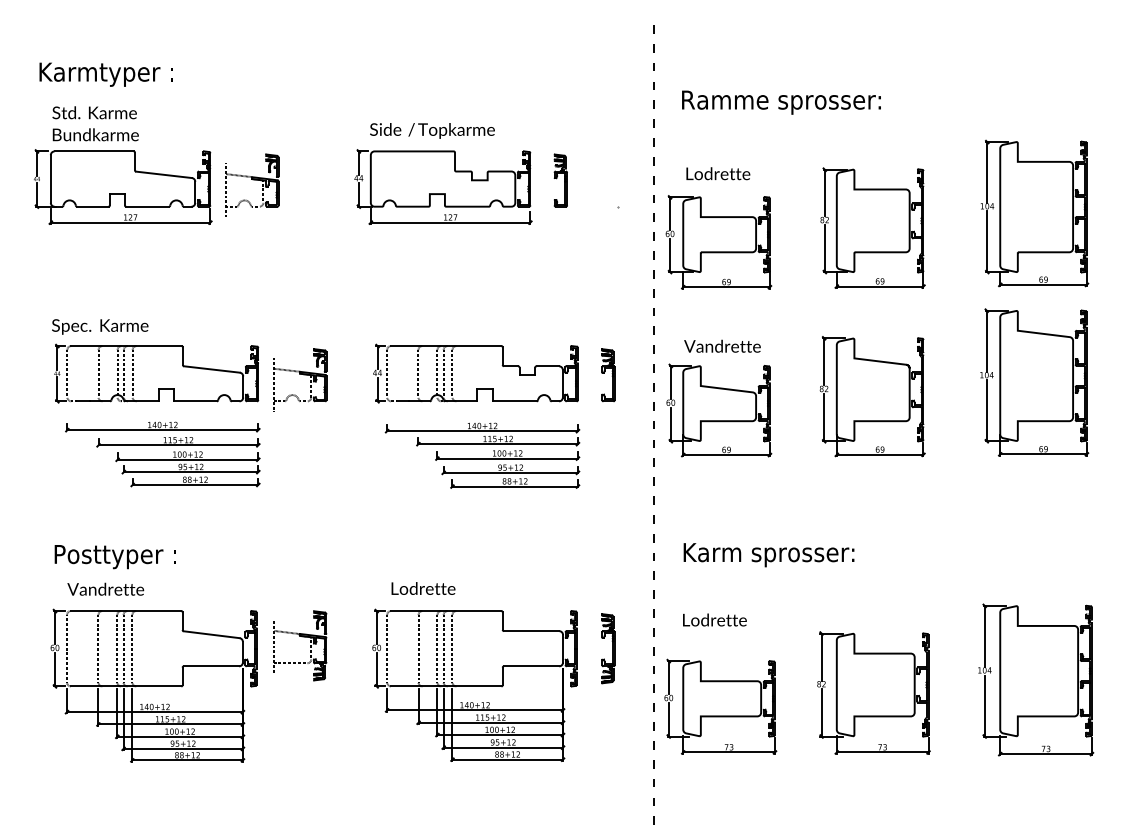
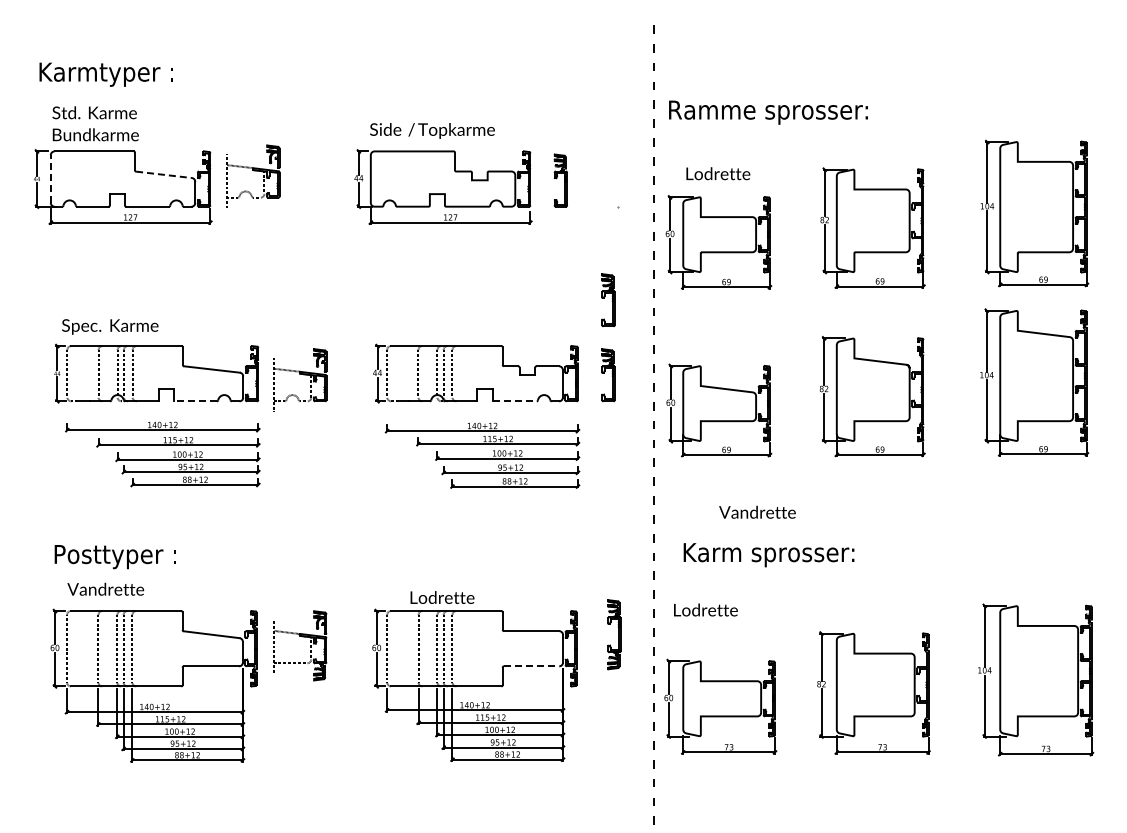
text at (781, 102) position: (781, 102) -> (768, 112)
line at (164, 174): solid -> dashed
line at (50, 179): solid -> dashed
part at (252, 184) position: (252, 184) -> (253, 175)
part at (608, 300): none -> present
text at (100, 326) position: (100, 326) -> (110, 326)
text at (722, 345) position: (722, 345) -> (757, 511)
line at (195, 401): solid -> dashed
line at (515, 401): solid -> dashed
text at (423, 588) position: (423, 588) -> (442, 597)
text at (714, 619) position: (714, 619) -> (705, 609)
part at (608, 648) position: (608, 648) -> (614, 634)
line at (531, 666): solid -> dashed
